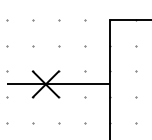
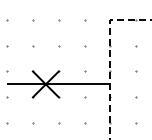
line at (110, 57): solid -> dashed
